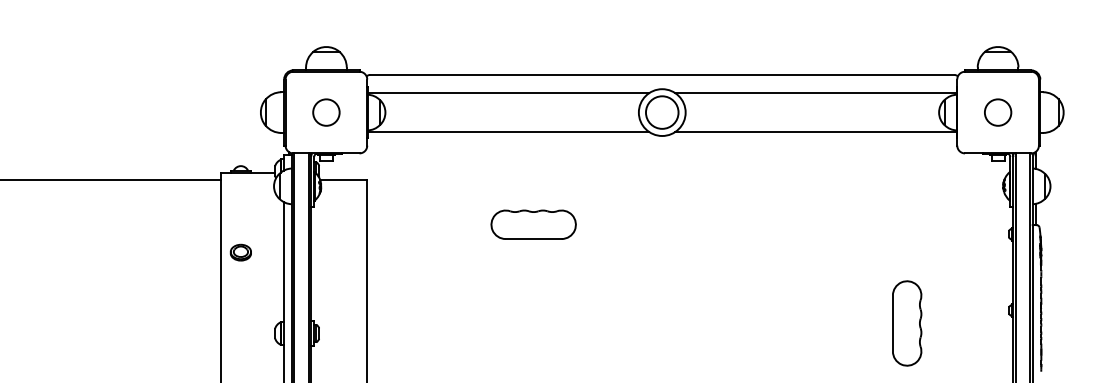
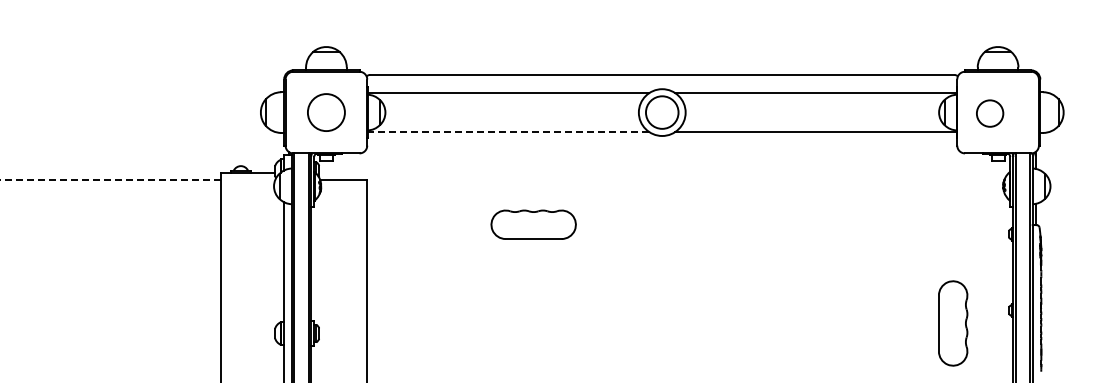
circle at (326, 112) diameter: 26 px -> 37 px
circle at (998, 112) position: (998, 112) -> (990, 113)
line at (508, 131): solid -> dashed
line at (110, 180): solid -> dashed
part at (240, 252): present -> none
part at (907, 323) position: (907, 323) -> (953, 323)
